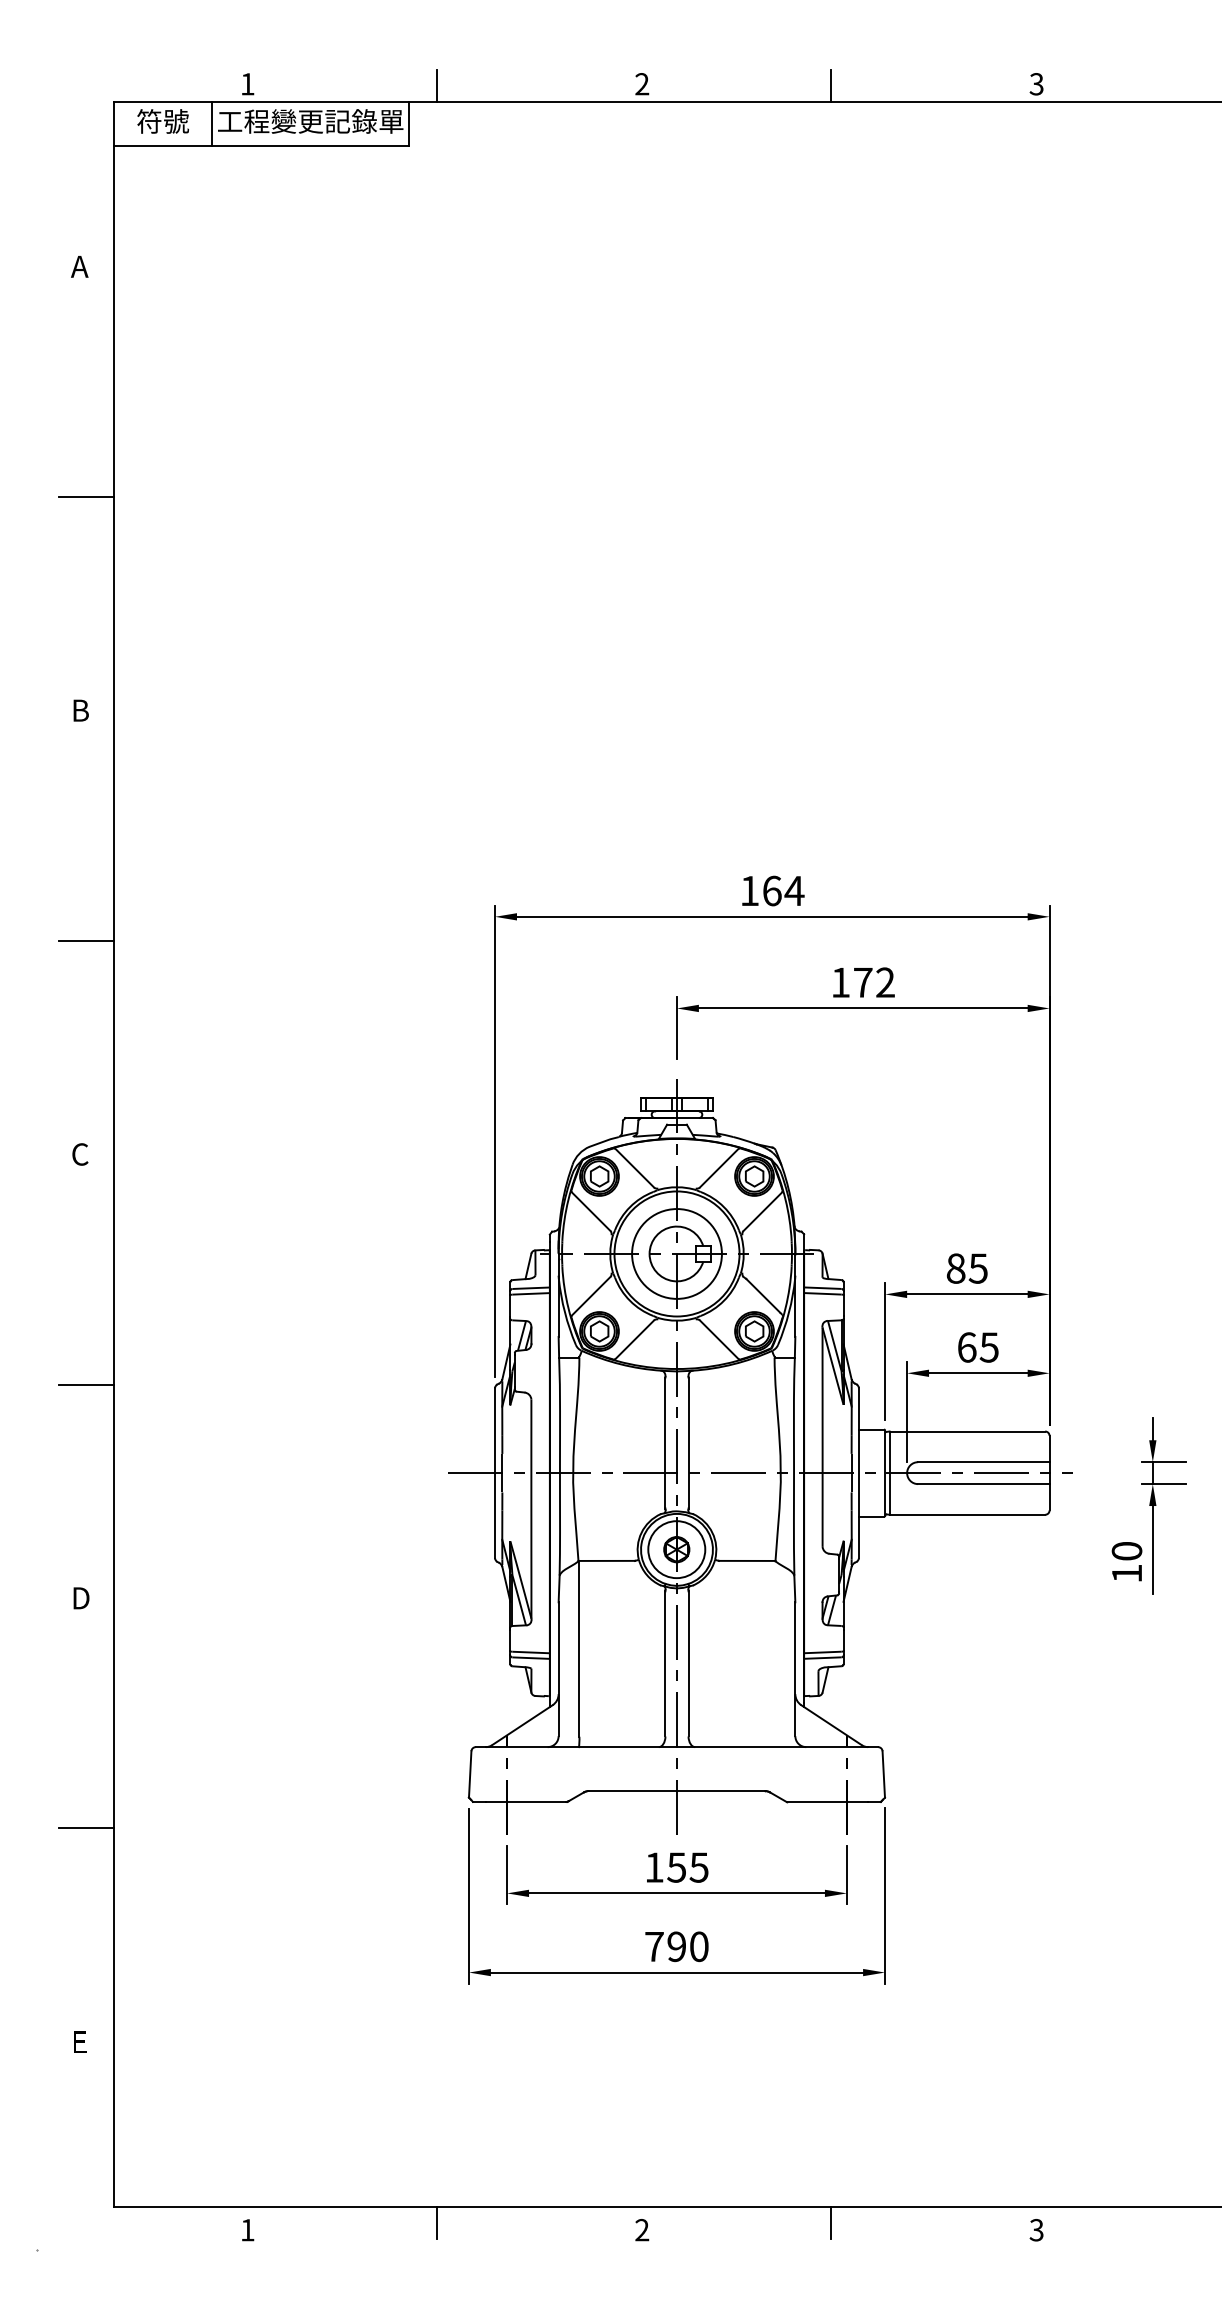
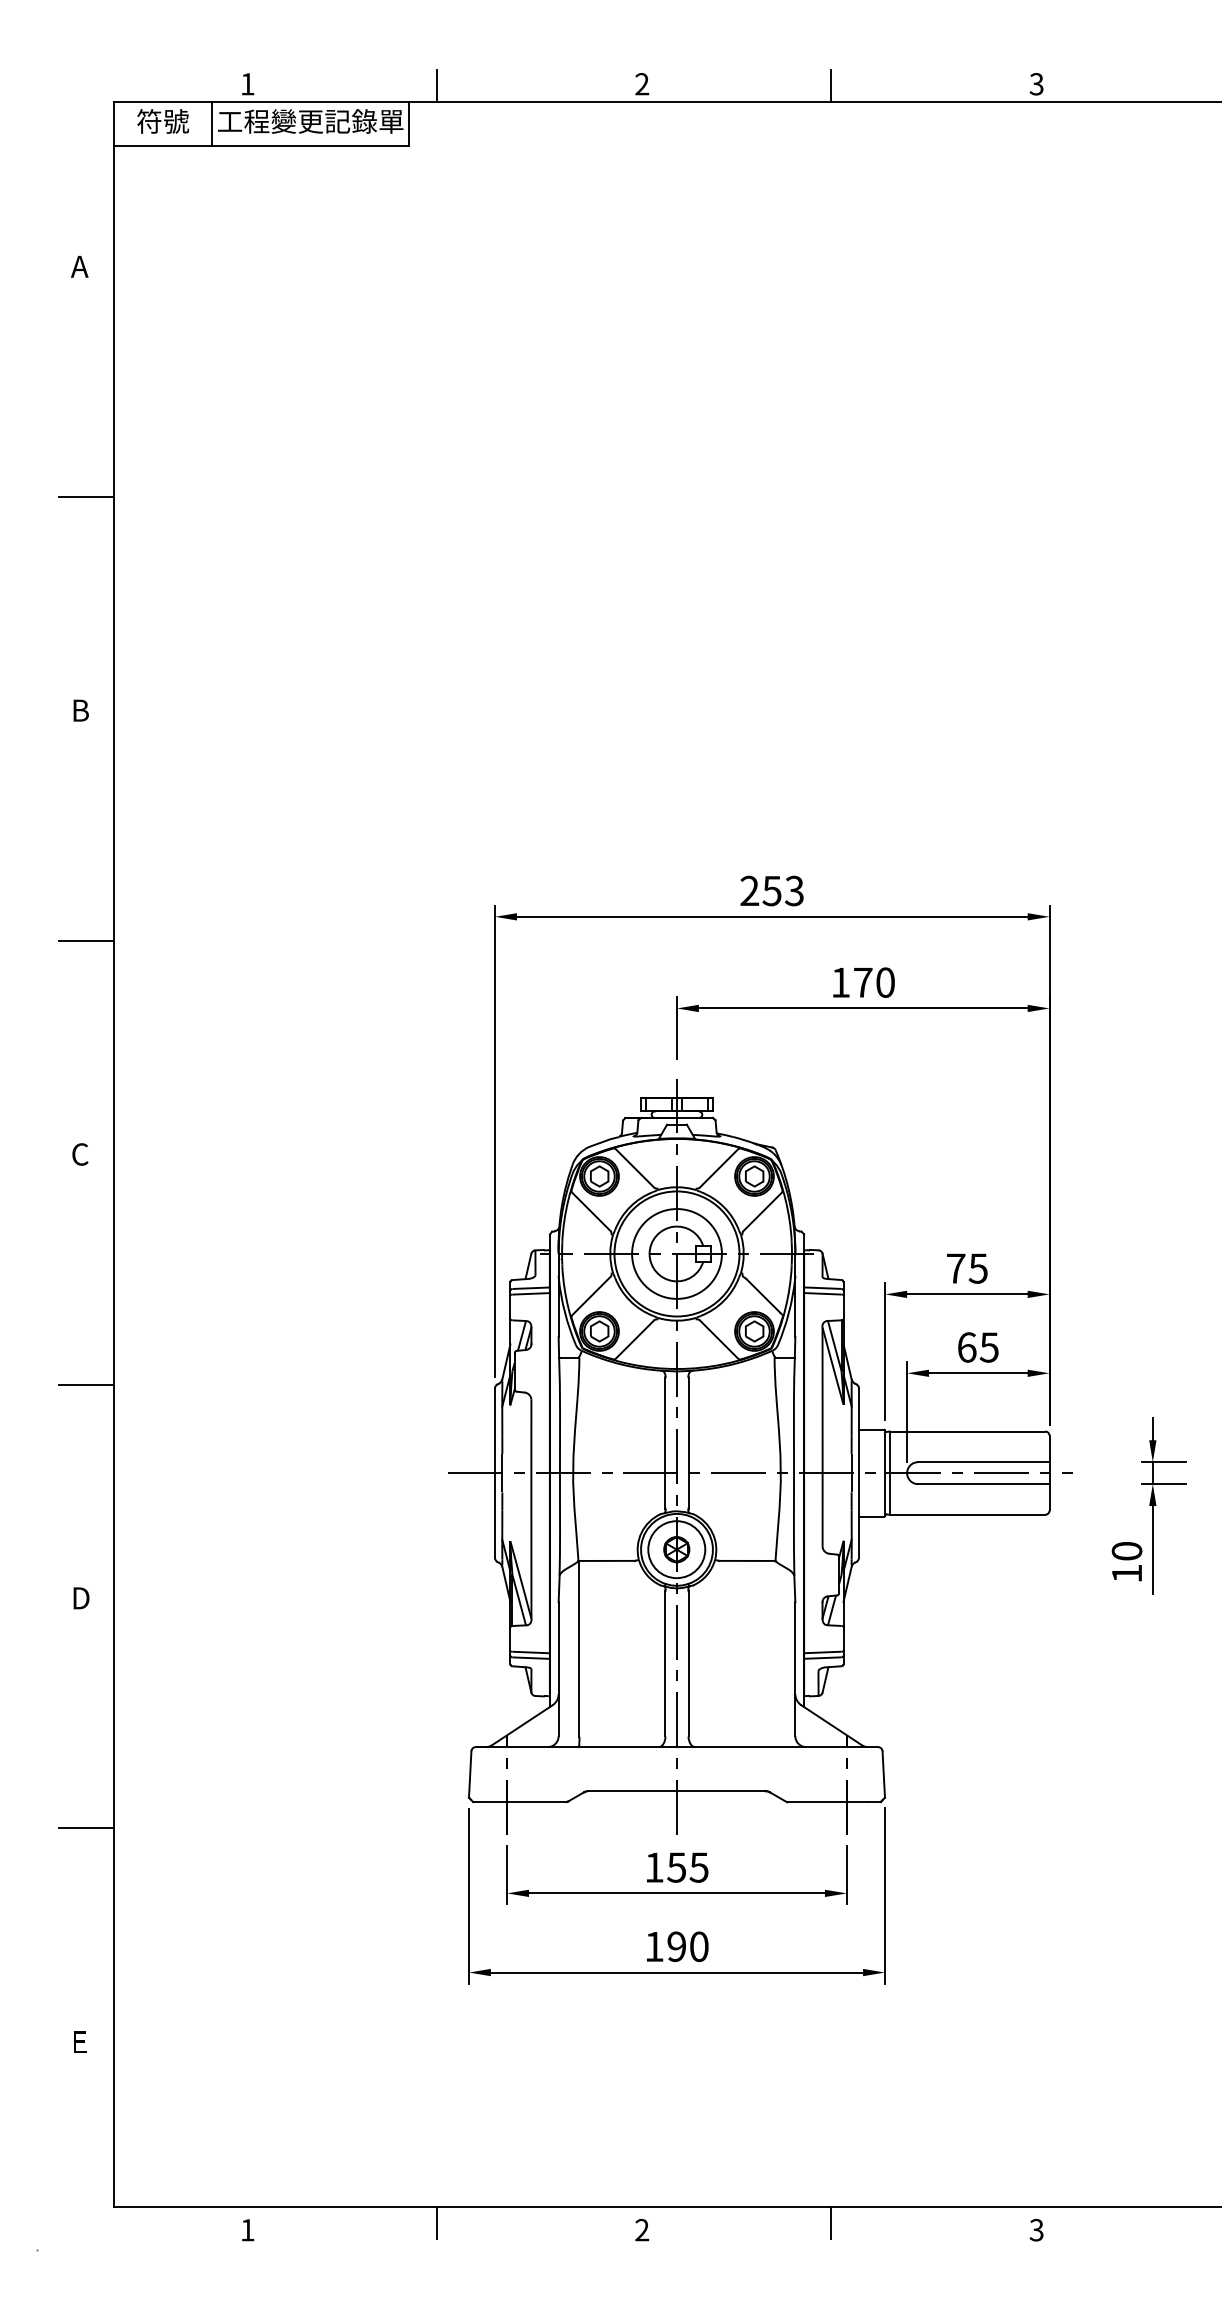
text at (772, 890): 164 -> 253
text at (885, 982): 172 -> 170
text at (955, 1268): 85 -> 75
text at (654, 1946): 790 -> 190
